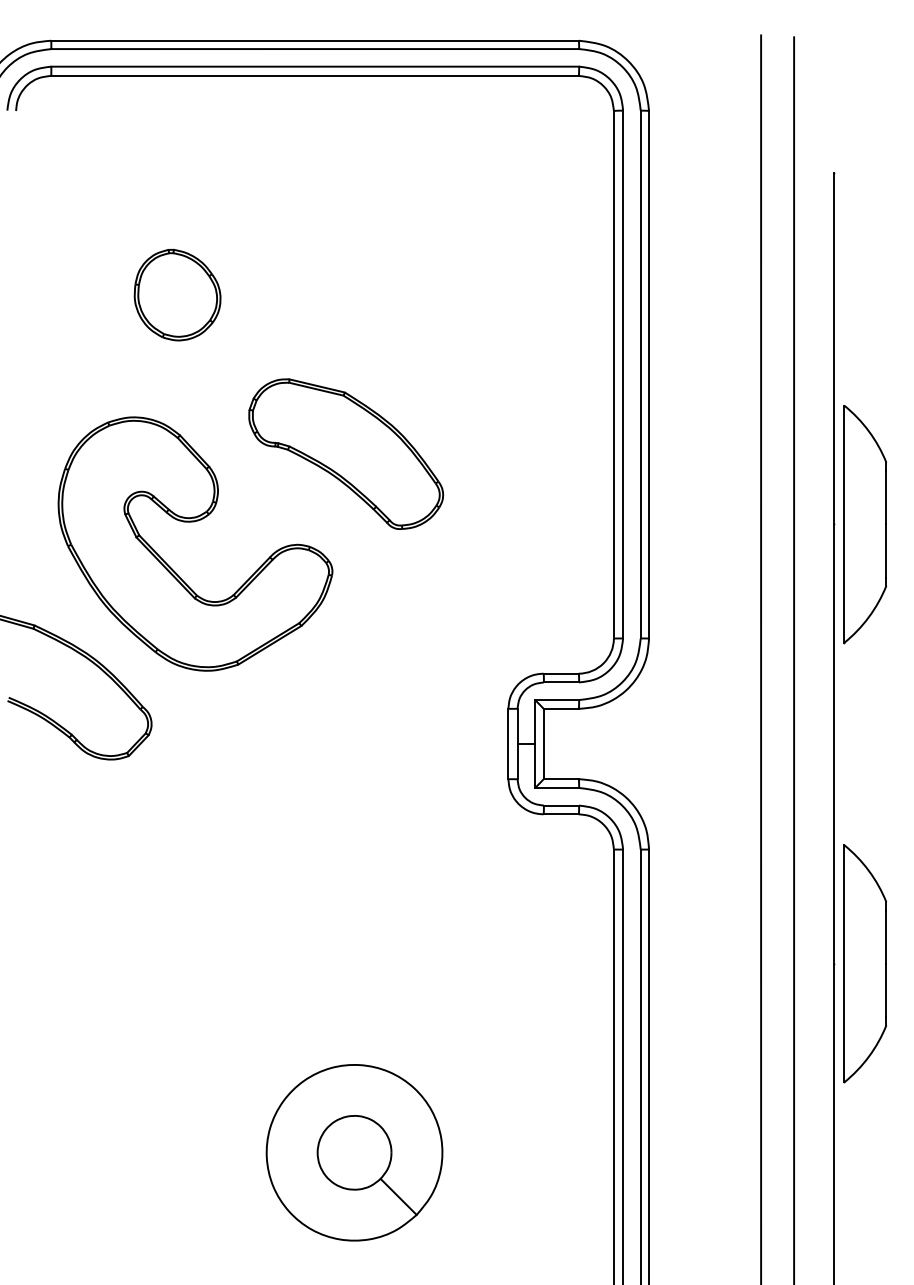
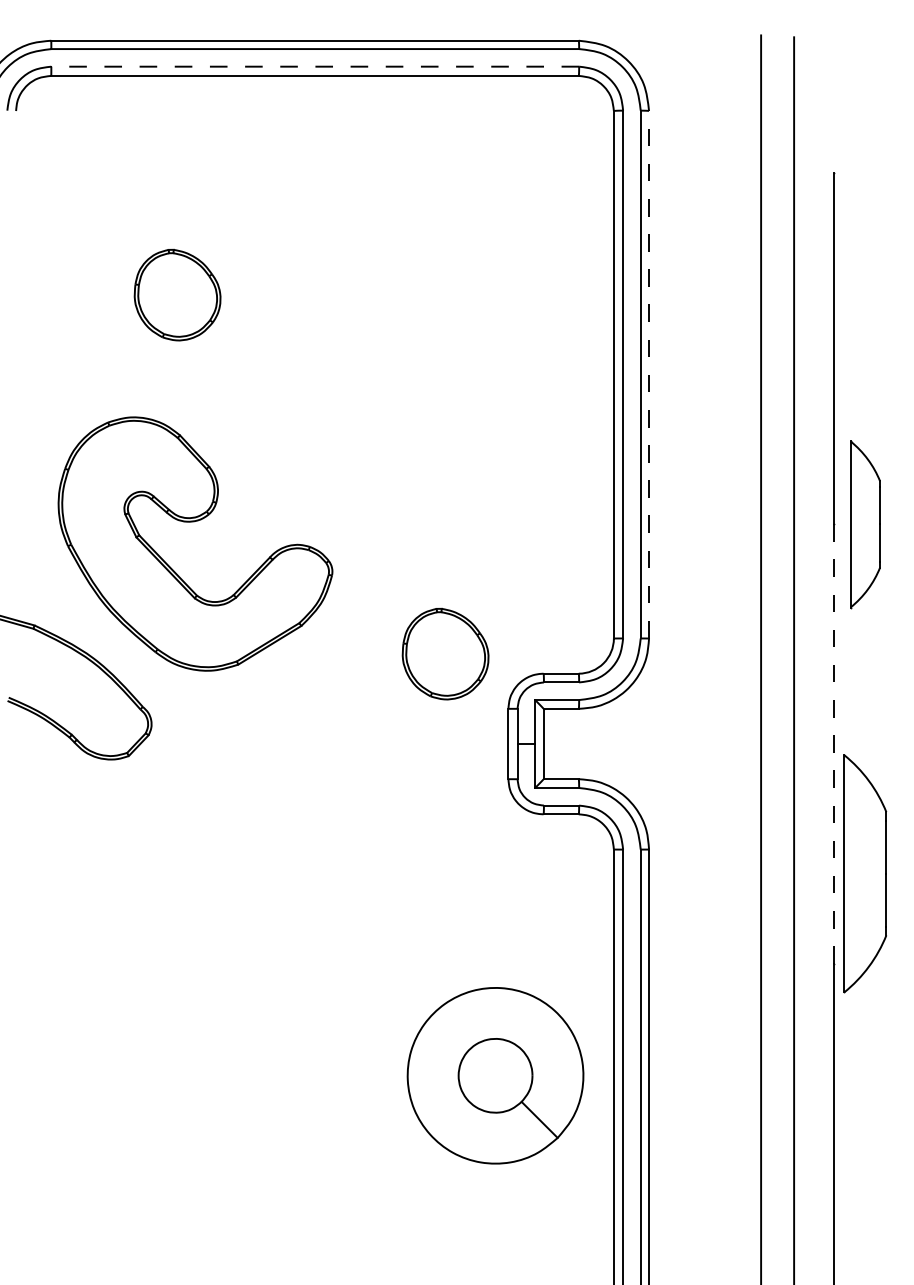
line at (315, 66): solid -> dashed
line at (649, 374): solid -> dashed
part at (346, 453): present -> none
part at (865, 524) size: 45x240 px -> 31x170 px
part at (445, 653): none -> present
line at (833, 744): solid -> dashed
part at (865, 963) position: (865, 963) -> (865, 873)
part at (354, 1152) position: (354, 1152) -> (495, 1075)
